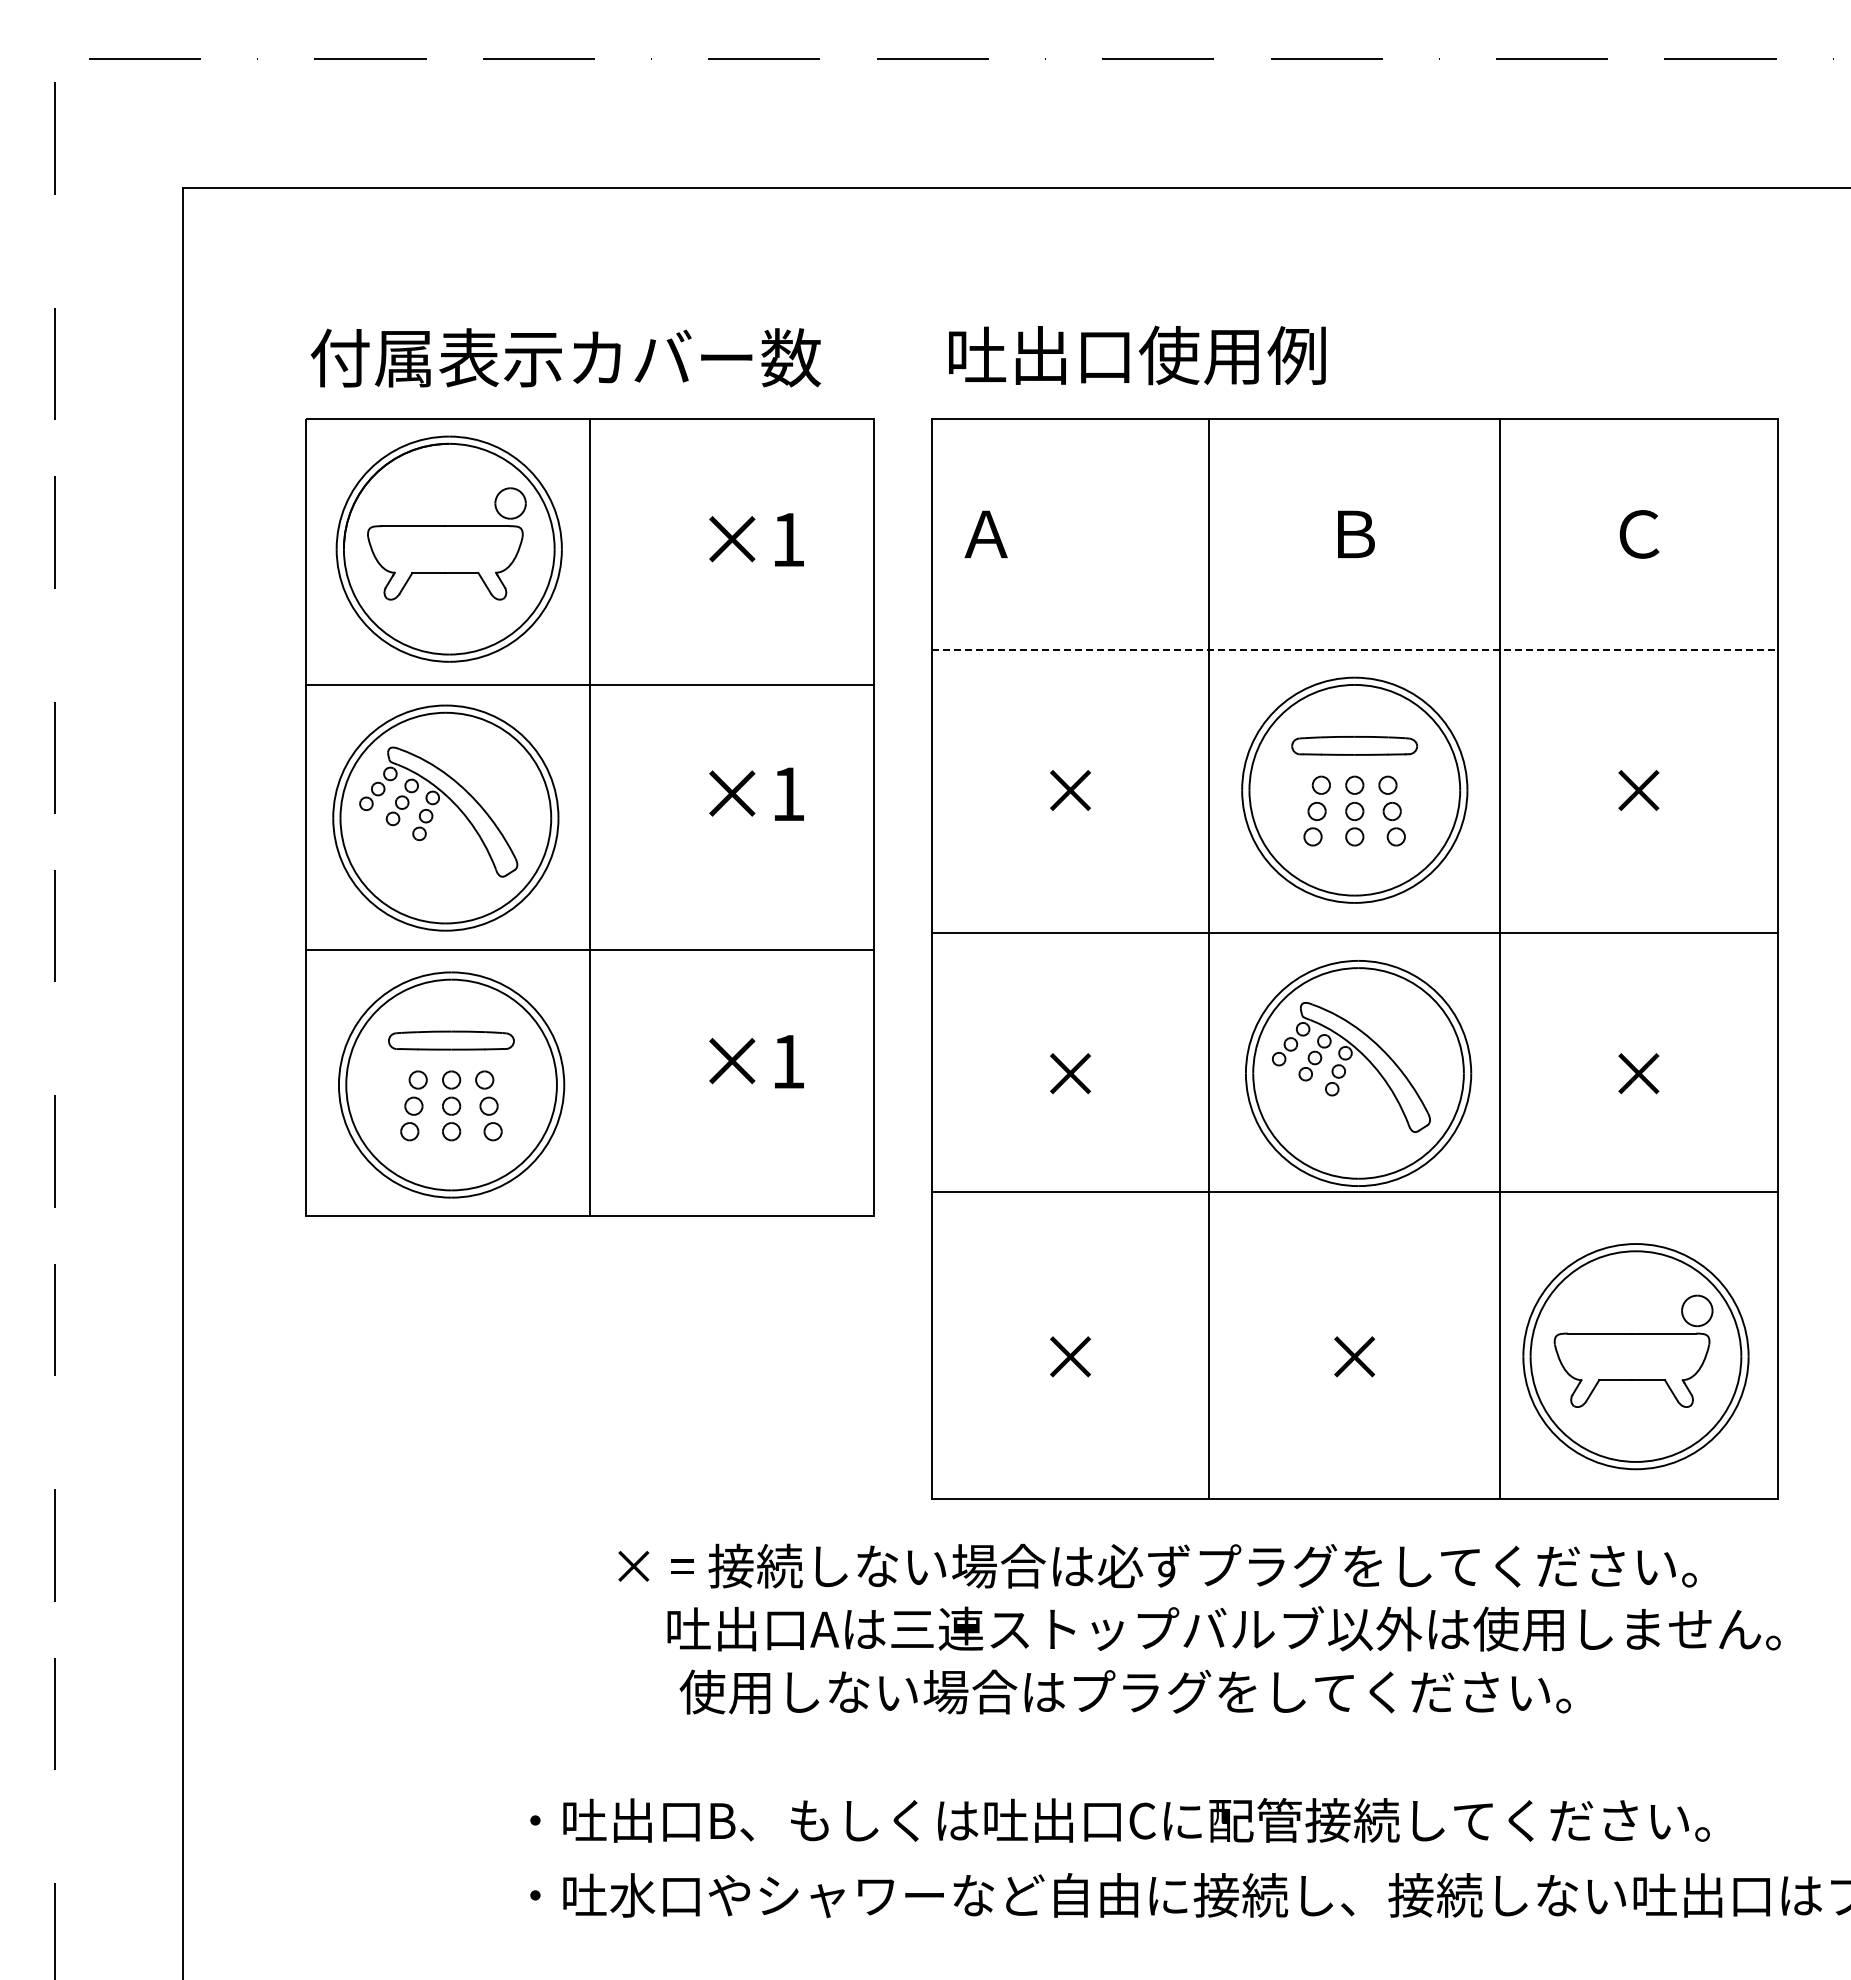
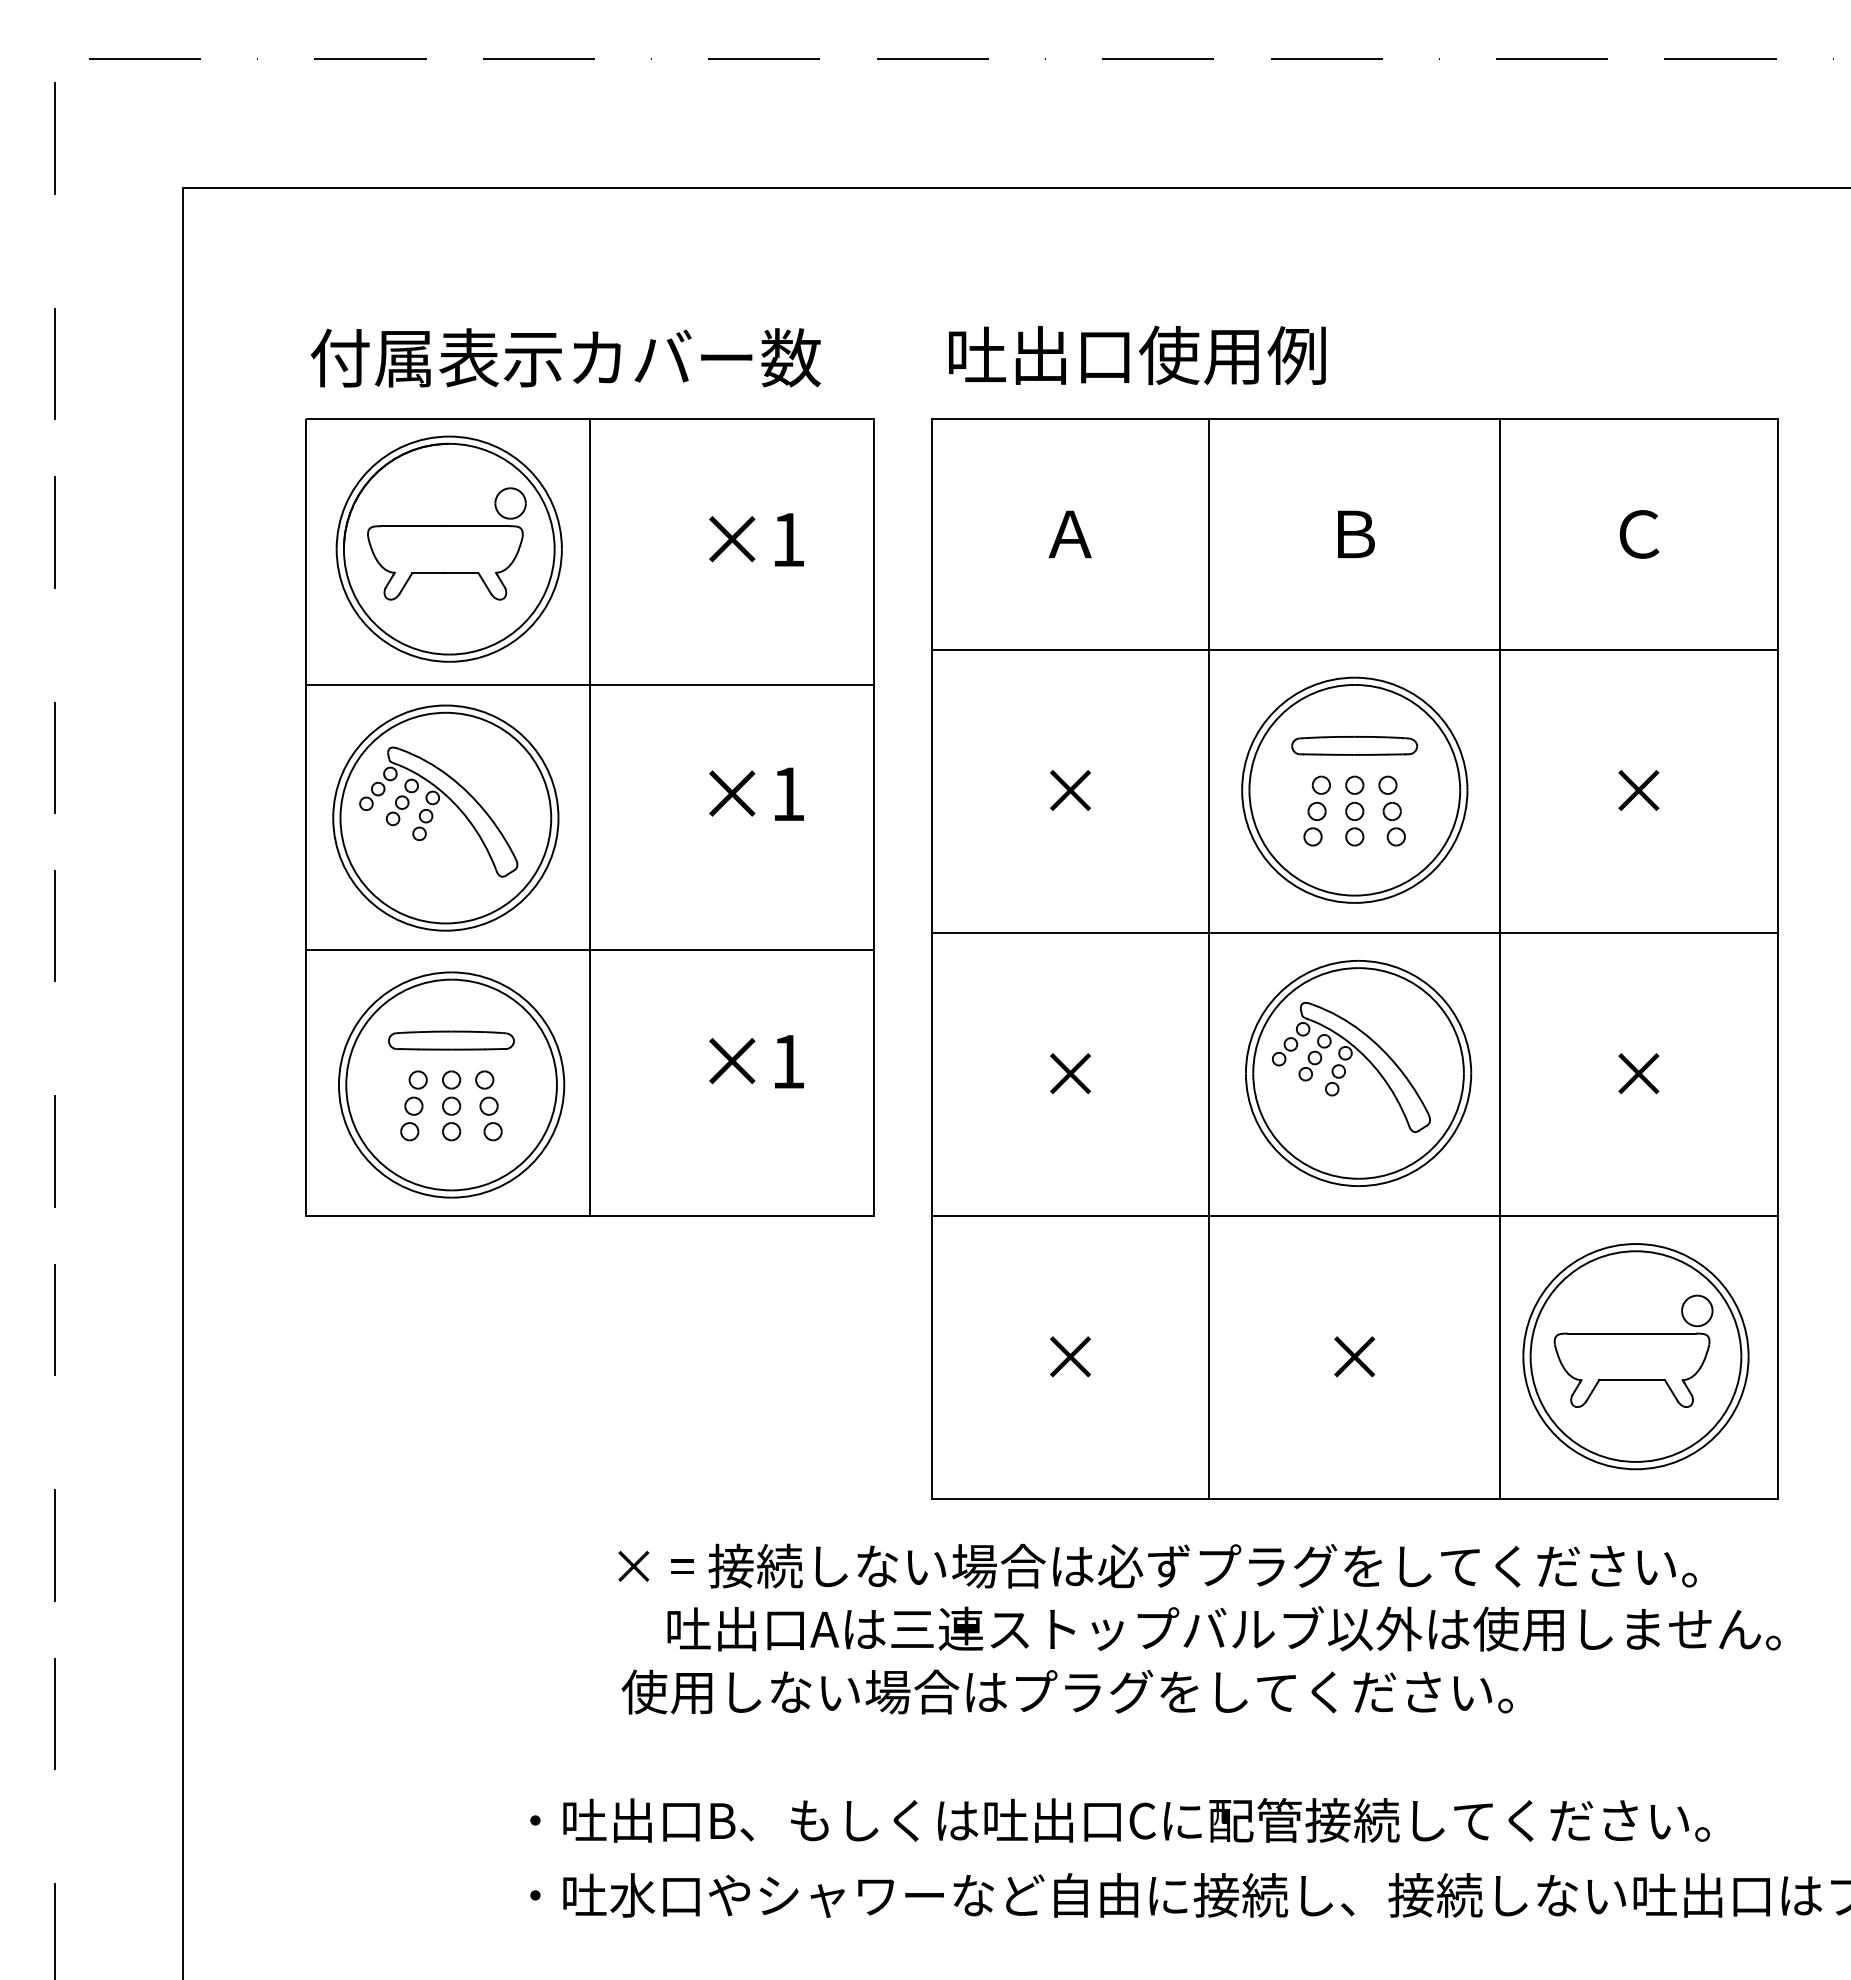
text at (985, 533) position: (985, 533) -> (1069, 533)
line at (1354, 649): dashed -> solid
line at (1354, 1191) position: (1354, 1191) -> (1354, 1215)
text at (1124, 1691) position: (1124, 1691) -> (1066, 1691)
